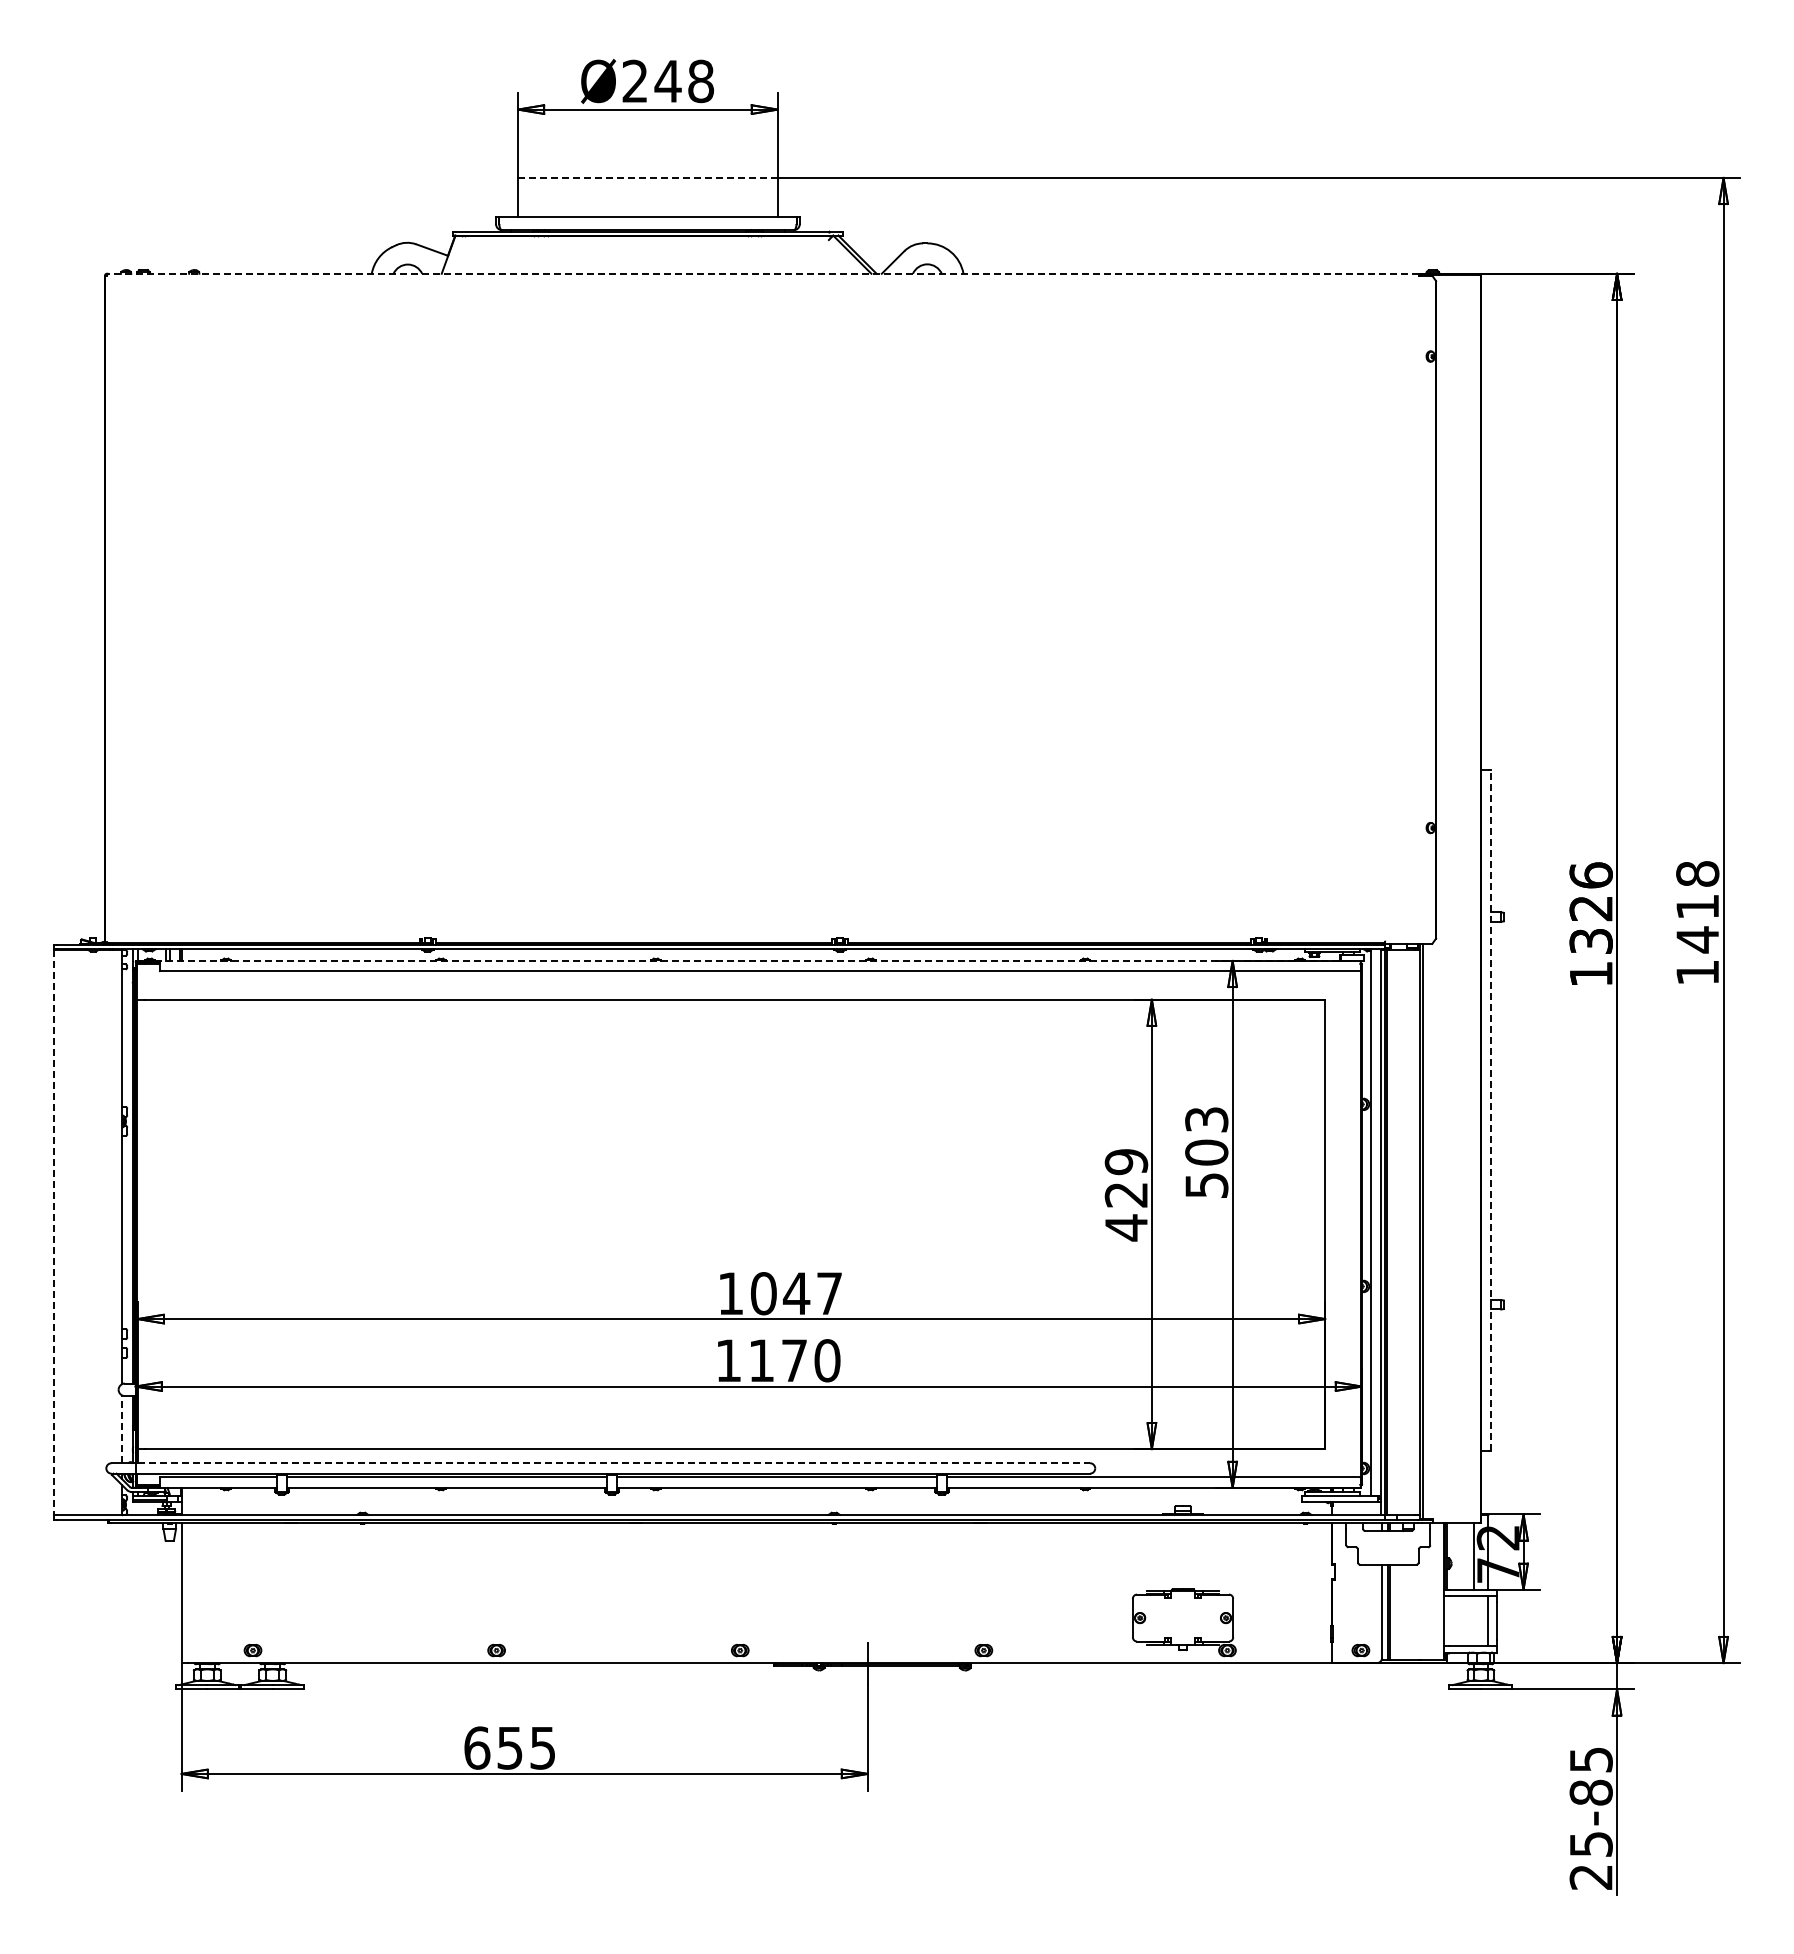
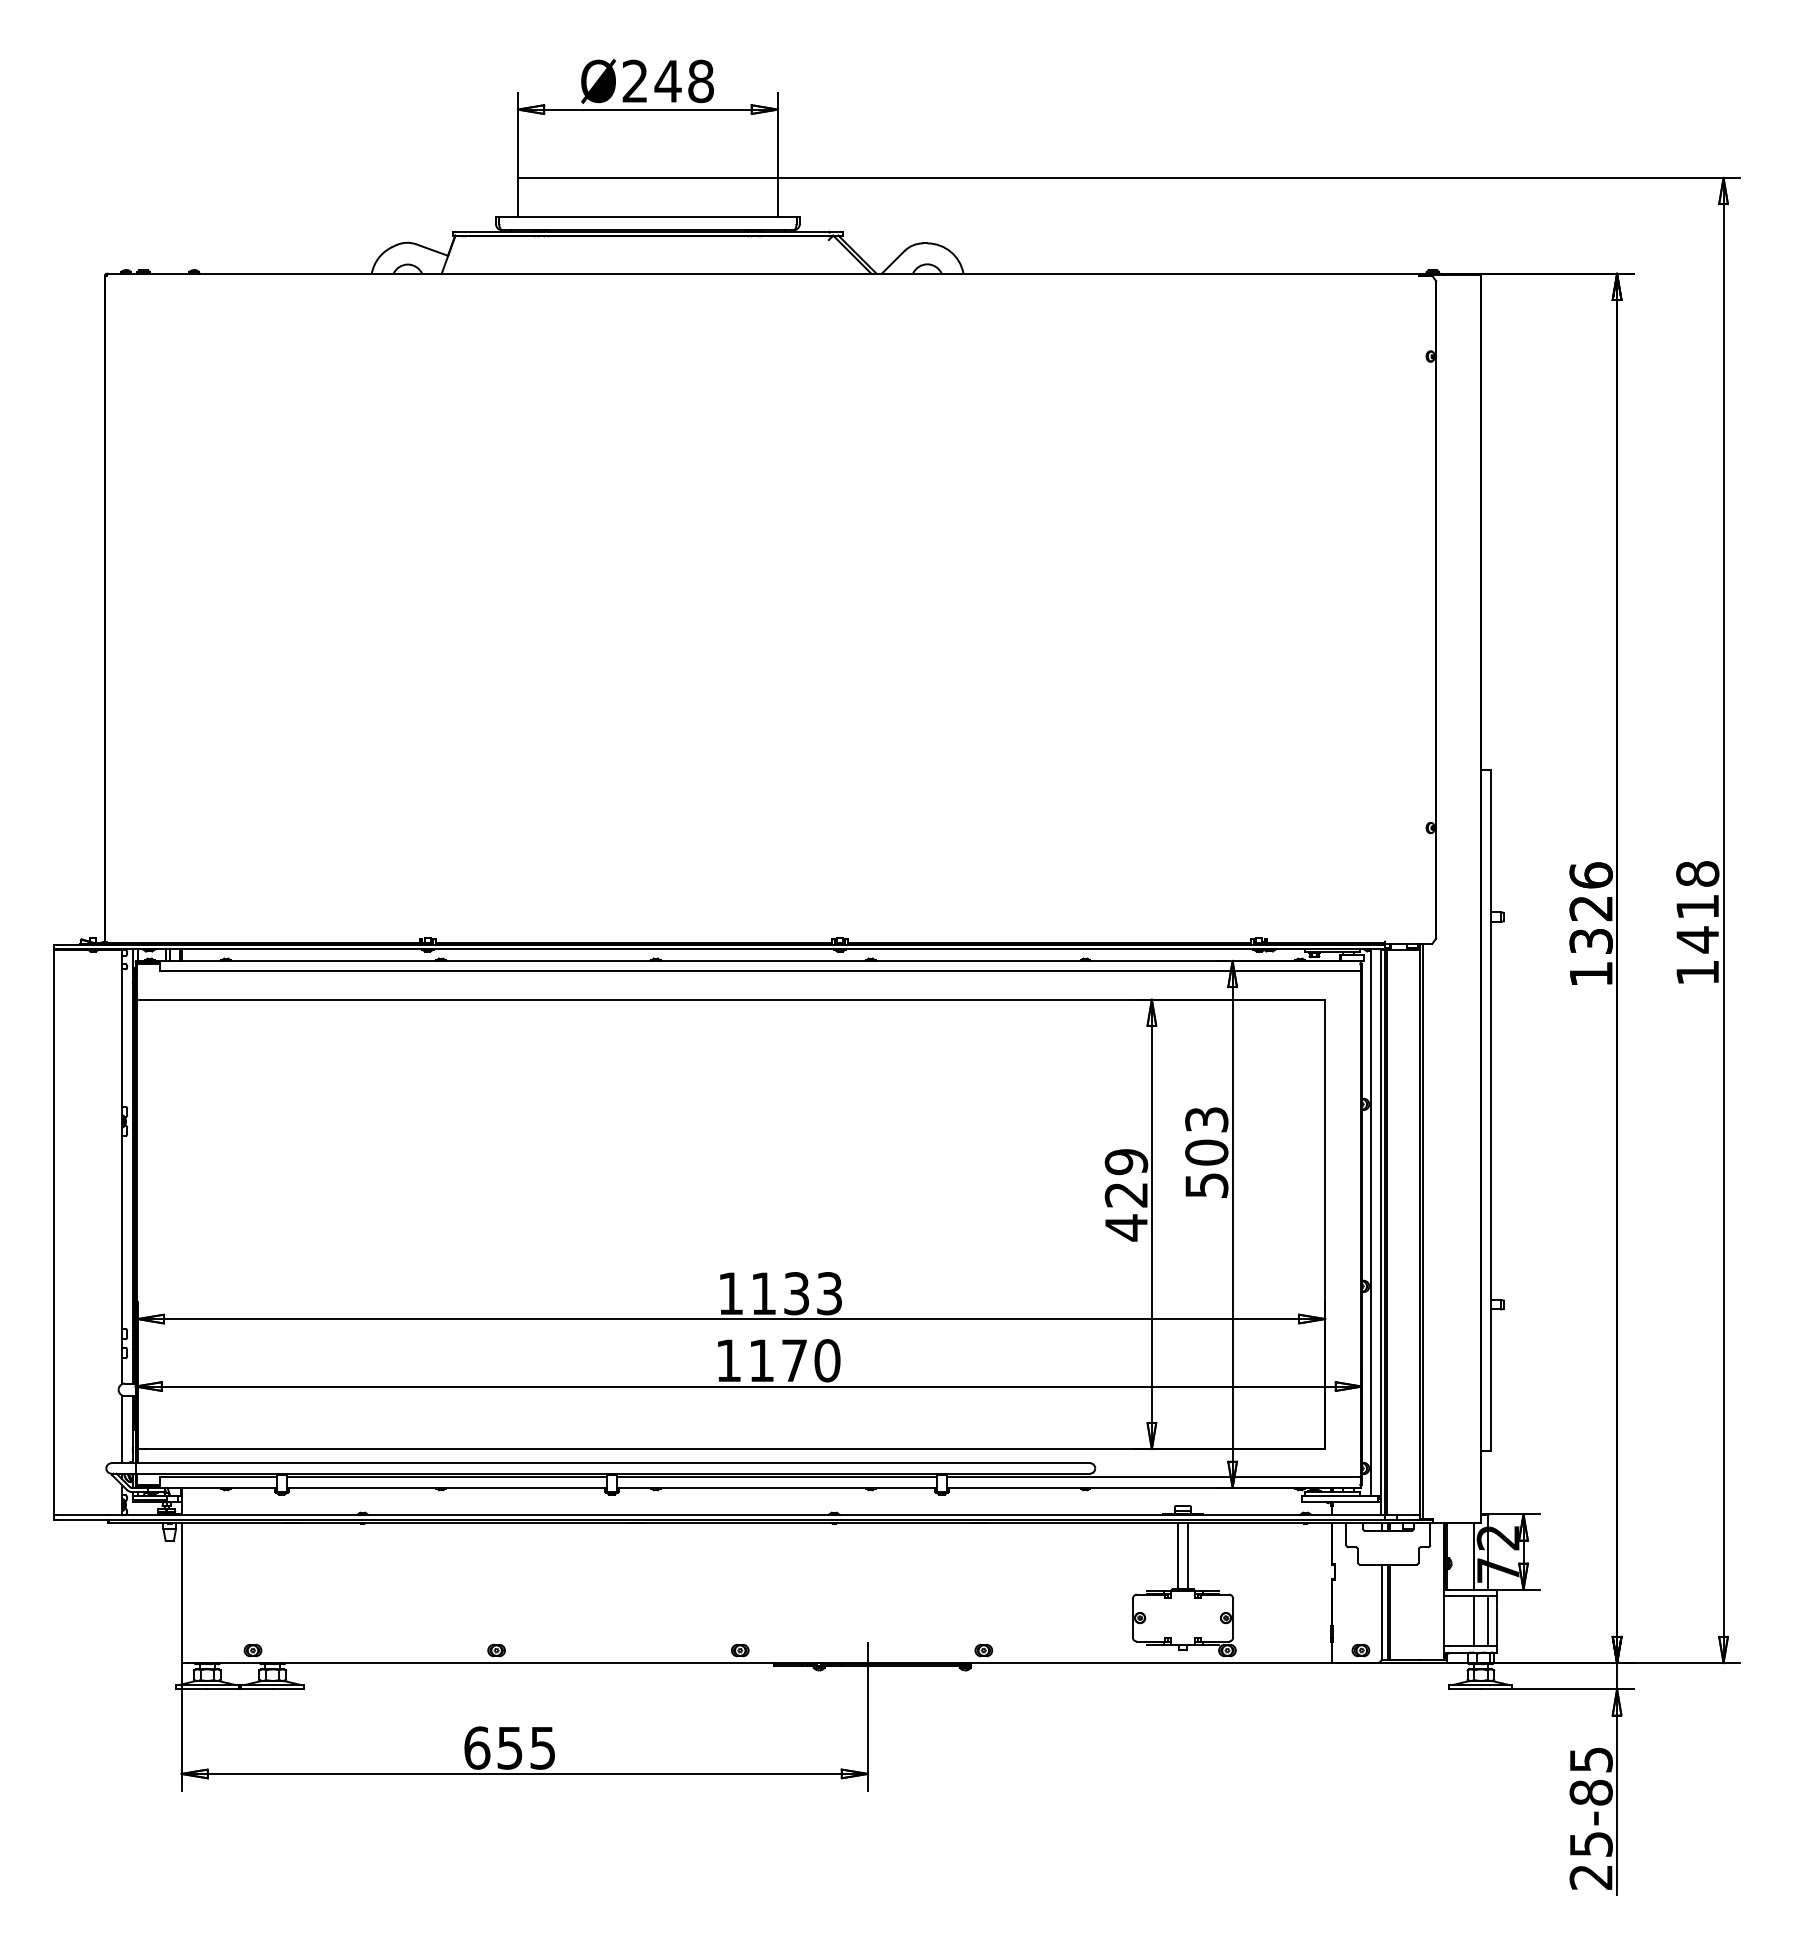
line at (647, 177): dashed -> solid
line at (763, 273): dashed -> solid
line at (759, 960): dashed -> solid
line at (1490, 1110): dashed -> solid
line at (53, 1232): dashed -> solid
text at (796, 1293): 1047 -> 1133
line at (122, 1429): dashed -> solid
line at (614, 1463): dashed -> solid
line at (1177, 1555): none -> present
line at (1188, 1555): none -> present
line at (1473, 1621): none -> present
